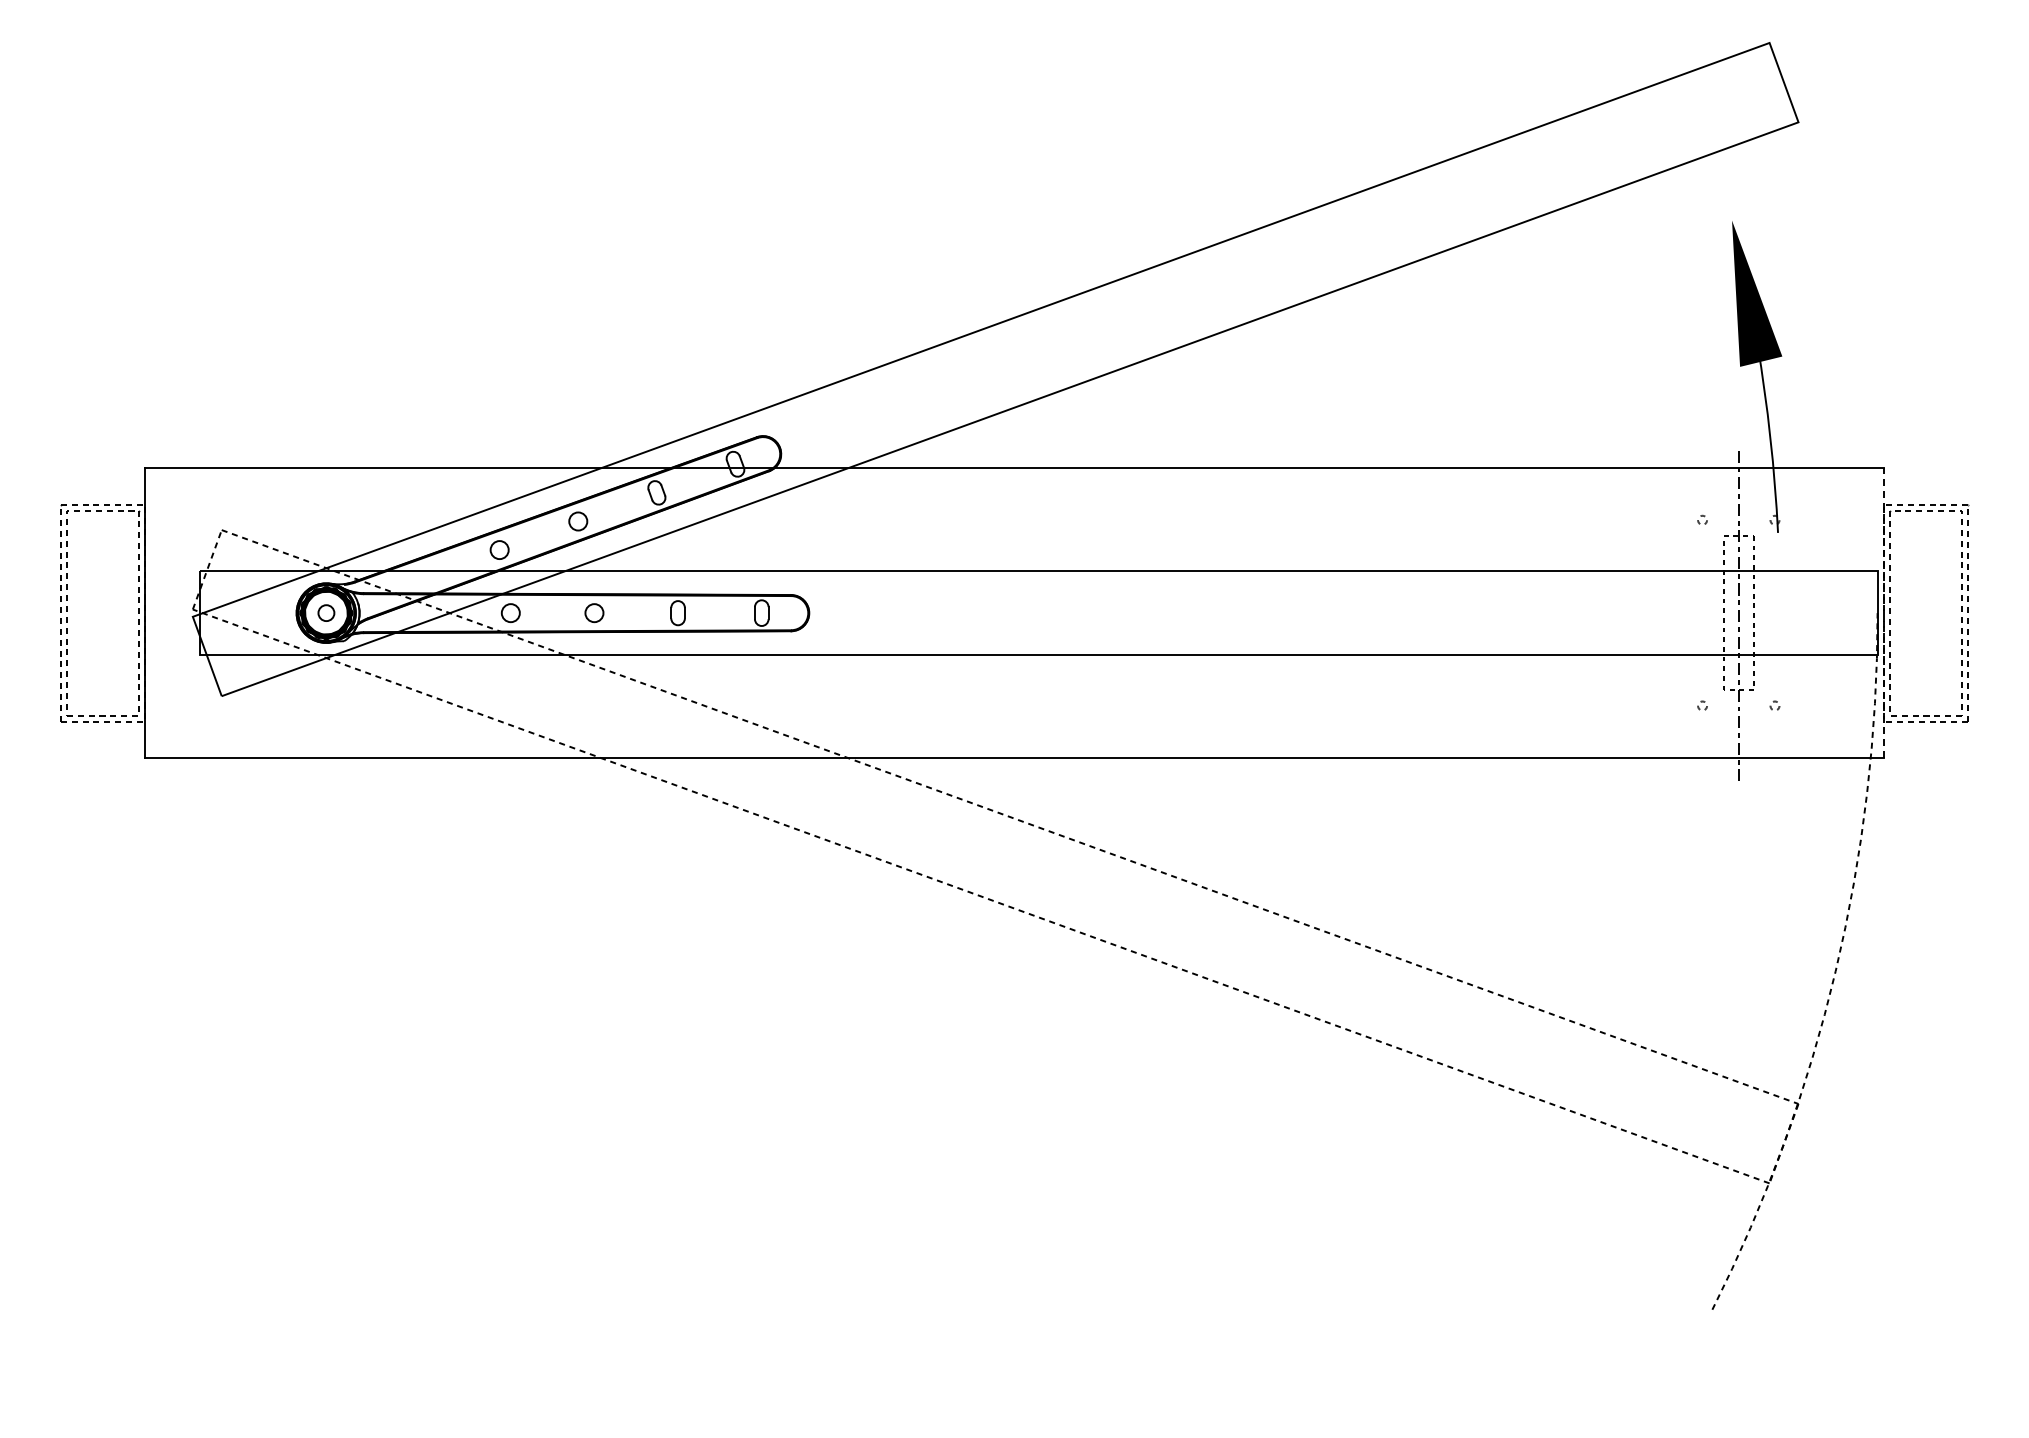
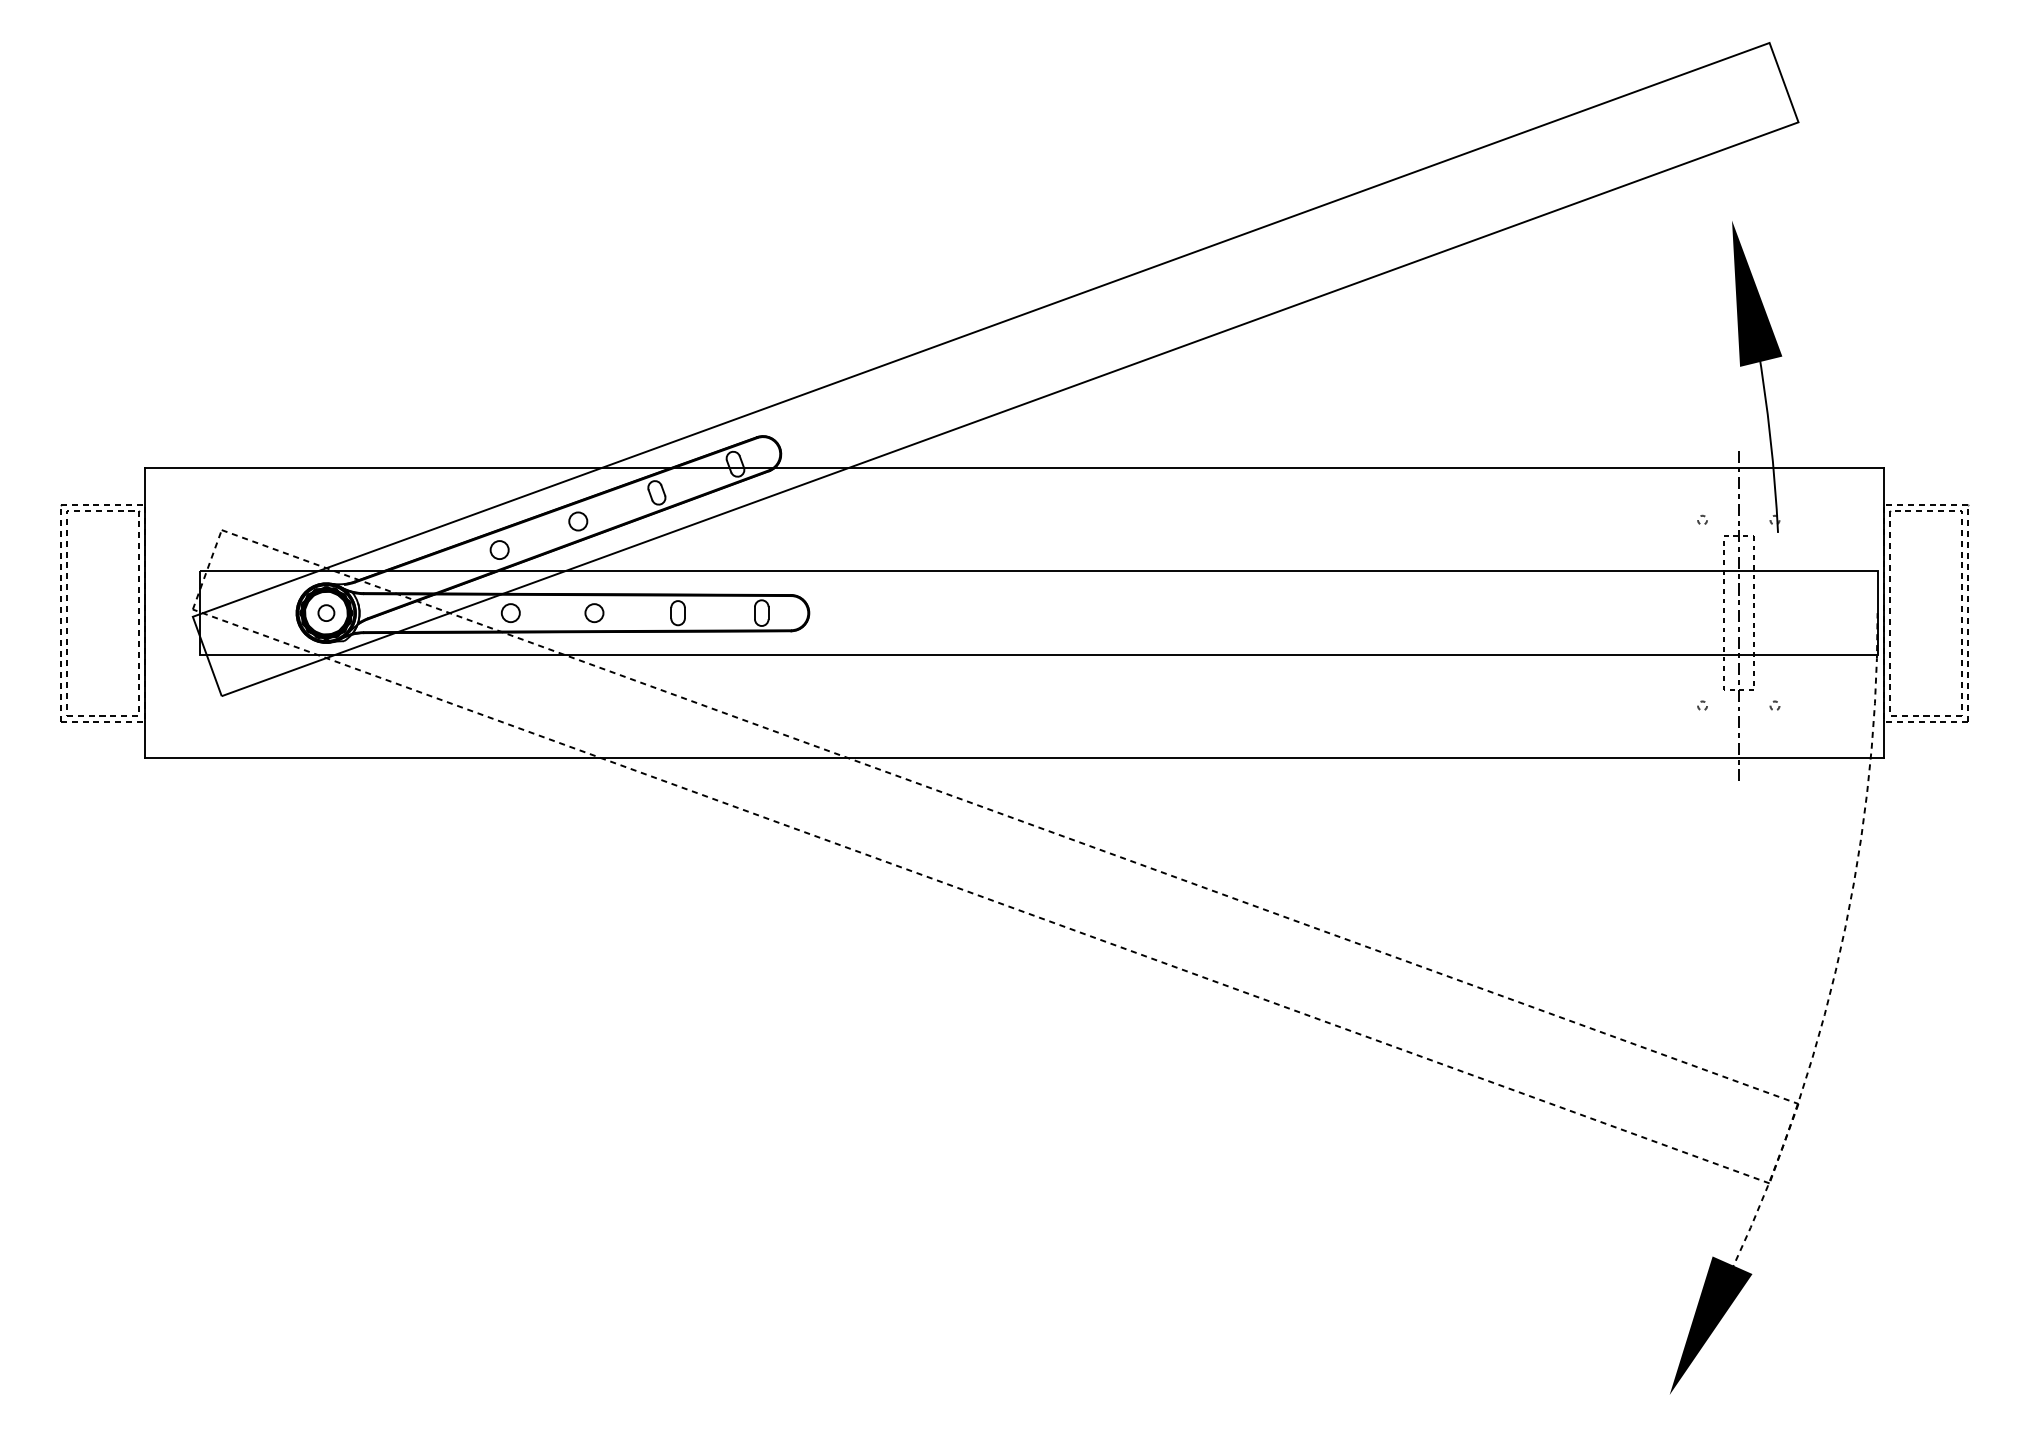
line at (1883, 613): dashed -> solid
fill at (1710, 1325): none -> present
